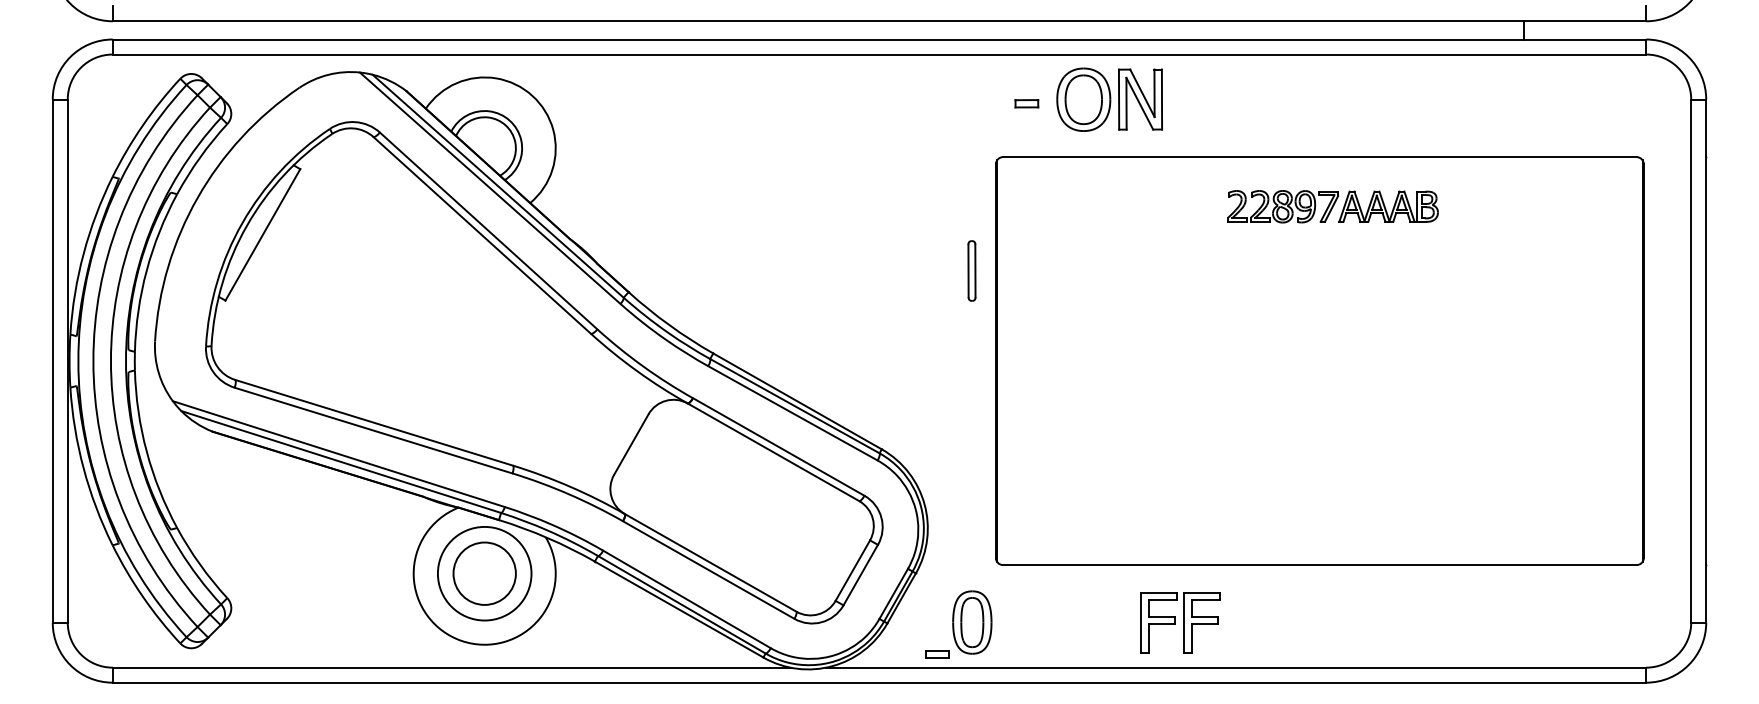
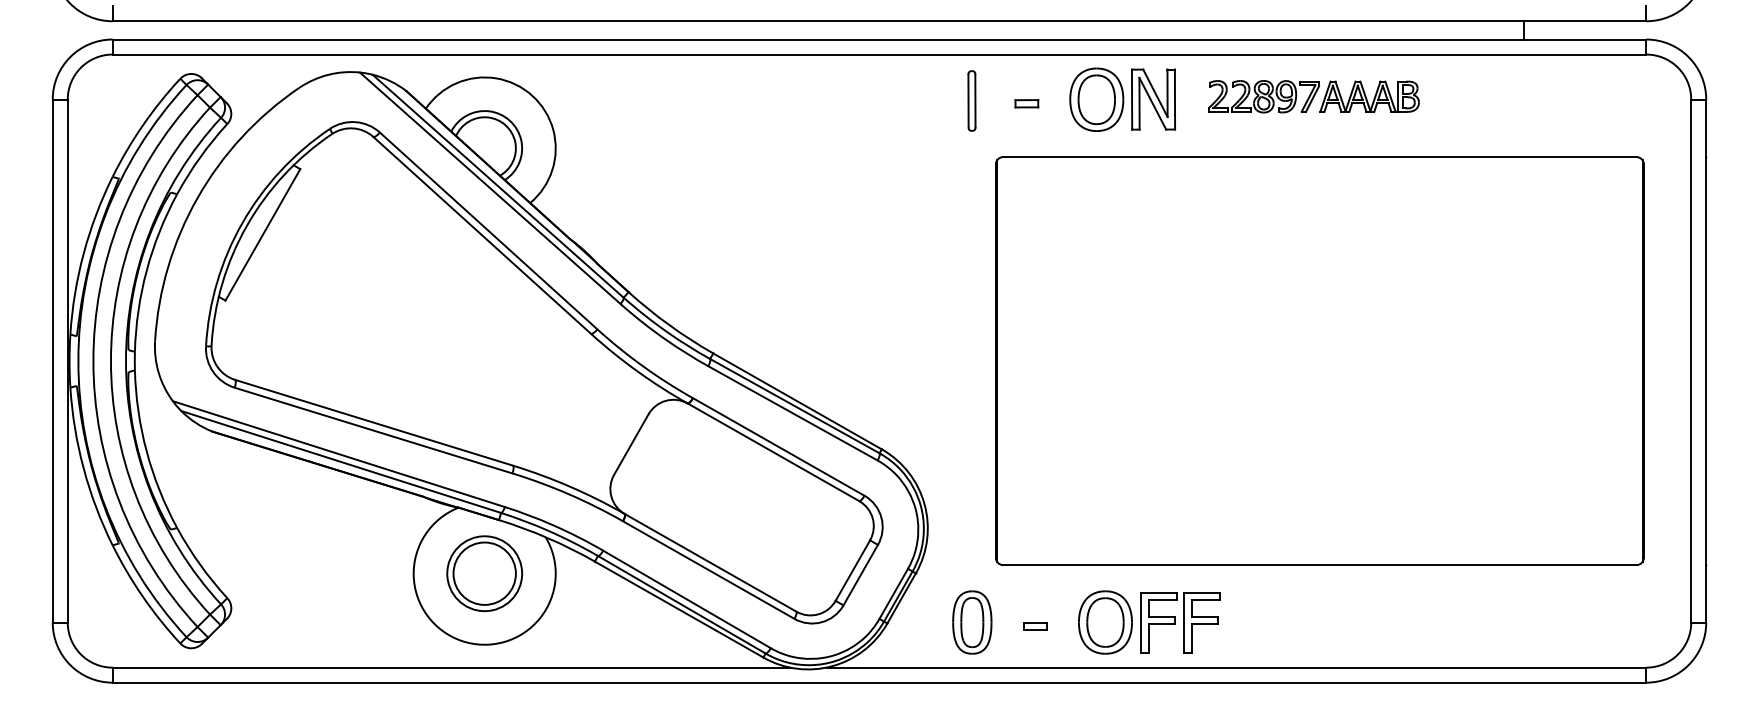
part at (1109, 99) position: (1109, 99) -> (1122, 99)
part at (1332, 206) position: (1332, 206) -> (1313, 96)
part at (971, 270) position: (971, 270) -> (971, 100)
circle at (484, 573) diameter: 94 px -> 75 px
part at (1105, 622): none -> present
part at (937, 654) position: (937, 654) -> (1035, 626)
